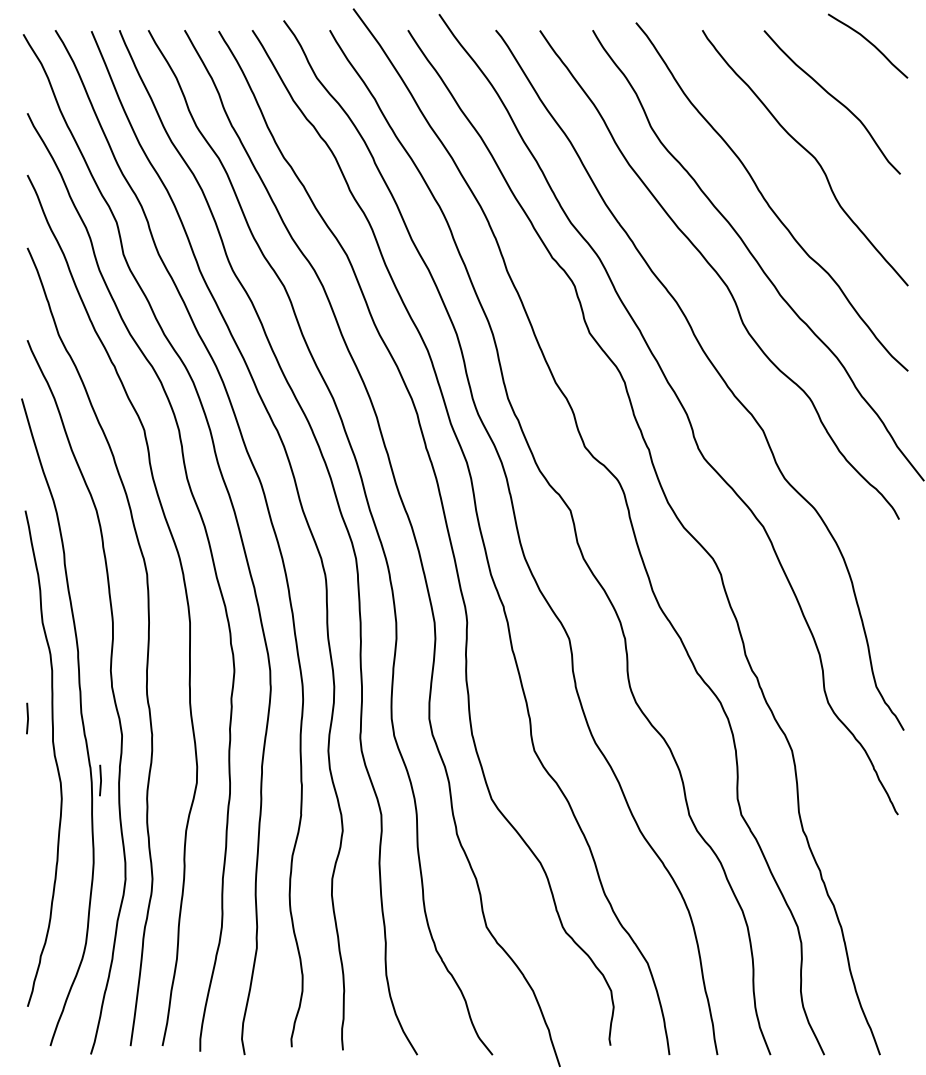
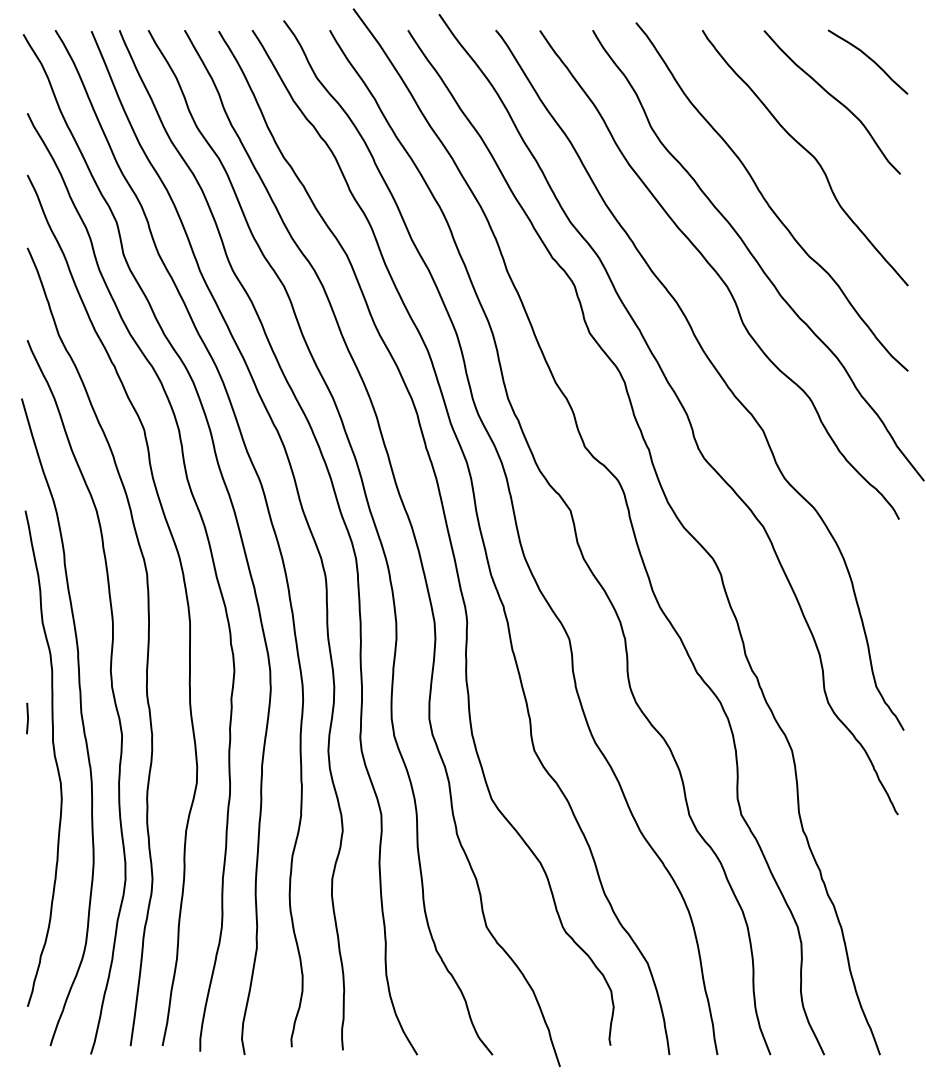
curve at (869, 43) position: (869, 43) -> (869, 59)
line at (100, 780): present -> none
